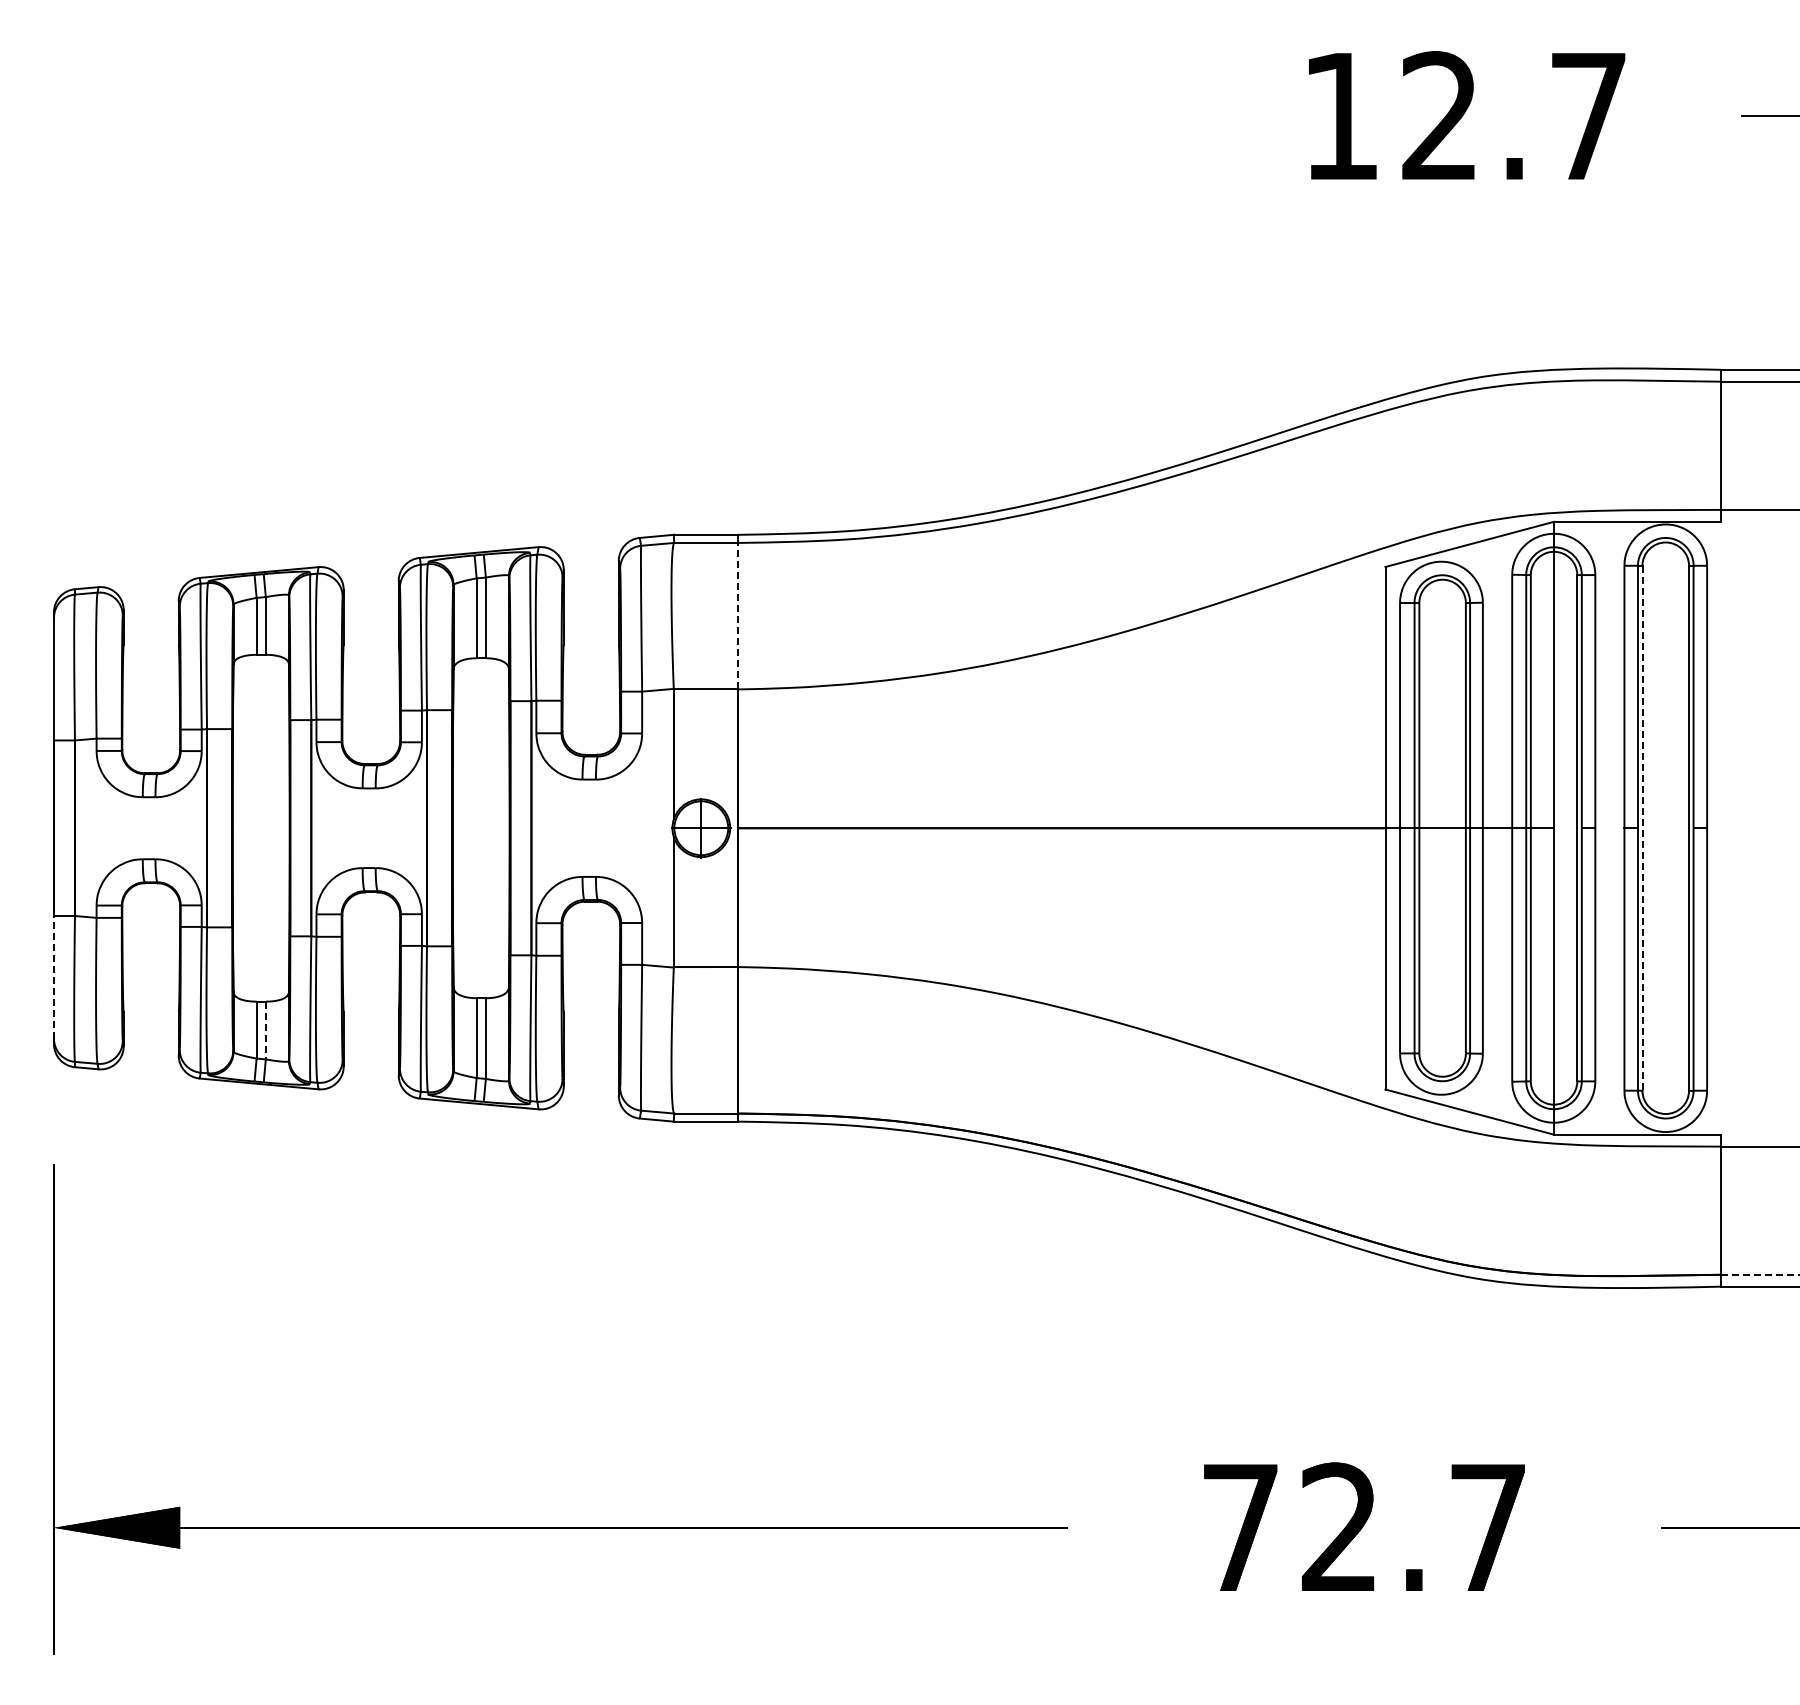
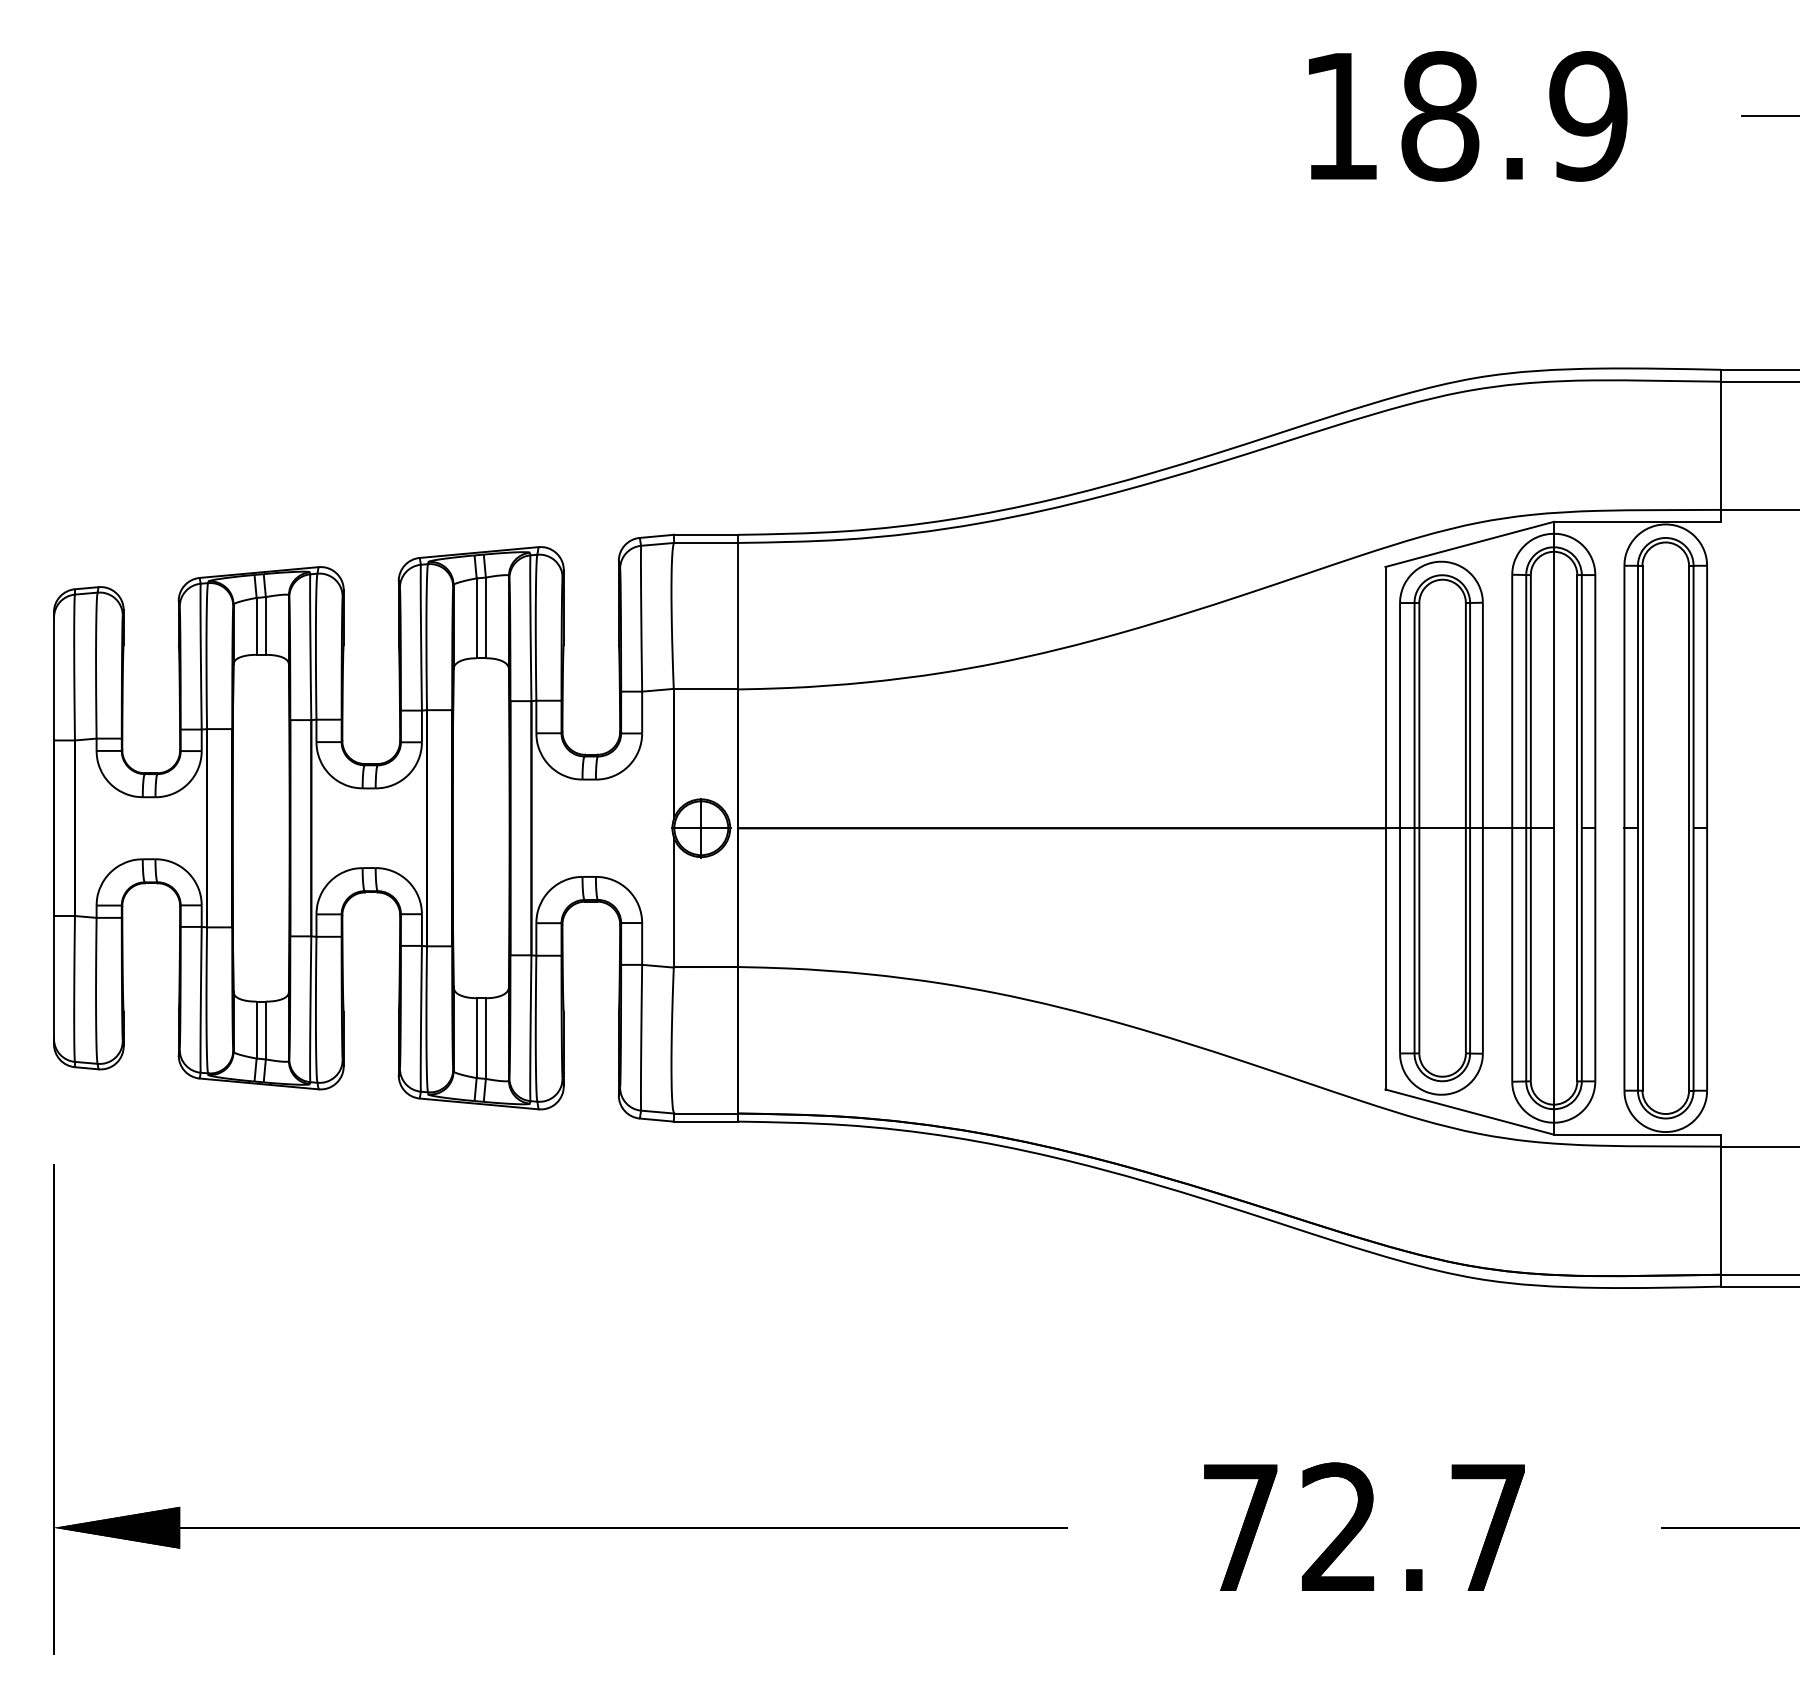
text at (1514, 116): 12.7 -> 18.9
line at (738, 615): dashed -> solid
line at (1642, 828): dashed -> solid
line at (54, 976): dashed -> solid
line at (265, 1030): dashed -> solid
line at (1760, 1274): dashed -> solid
